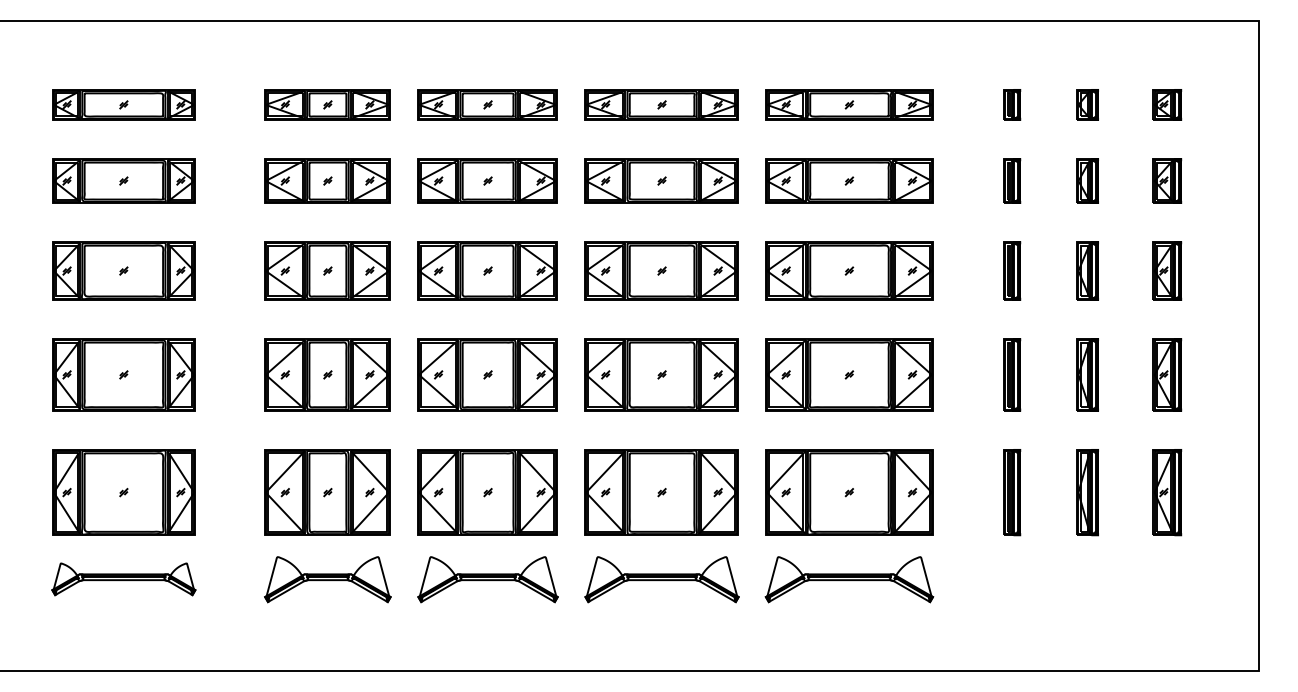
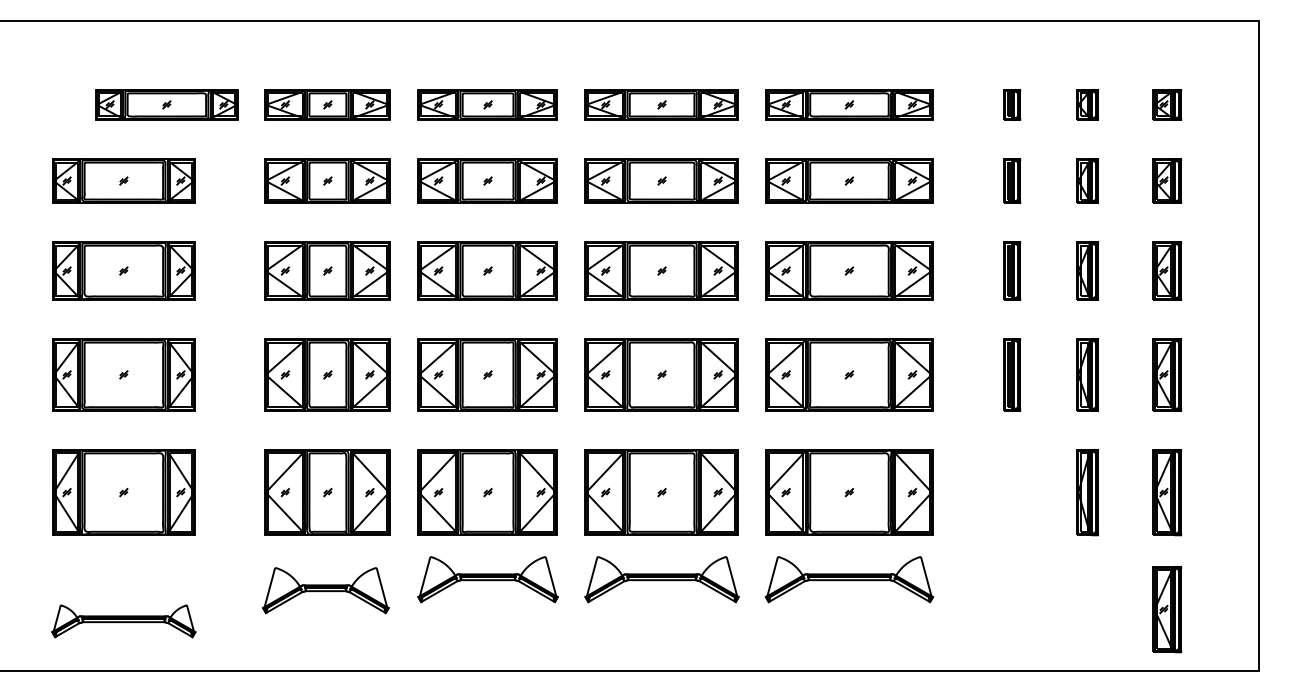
part at (123, 104) position: (123, 104) -> (166, 104)
part at (1012, 492): present -> none
part at (123, 579) position: (123, 579) -> (123, 621)
part at (327, 579) position: (327, 579) -> (325, 590)
part at (1167, 609): none -> present
